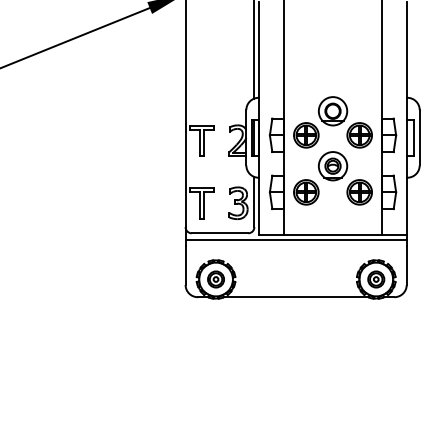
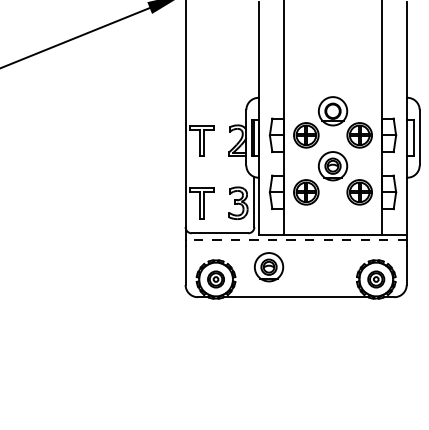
line at (254, 50): present -> none
line at (296, 239): solid -> dashed
part at (269, 267): none -> present
